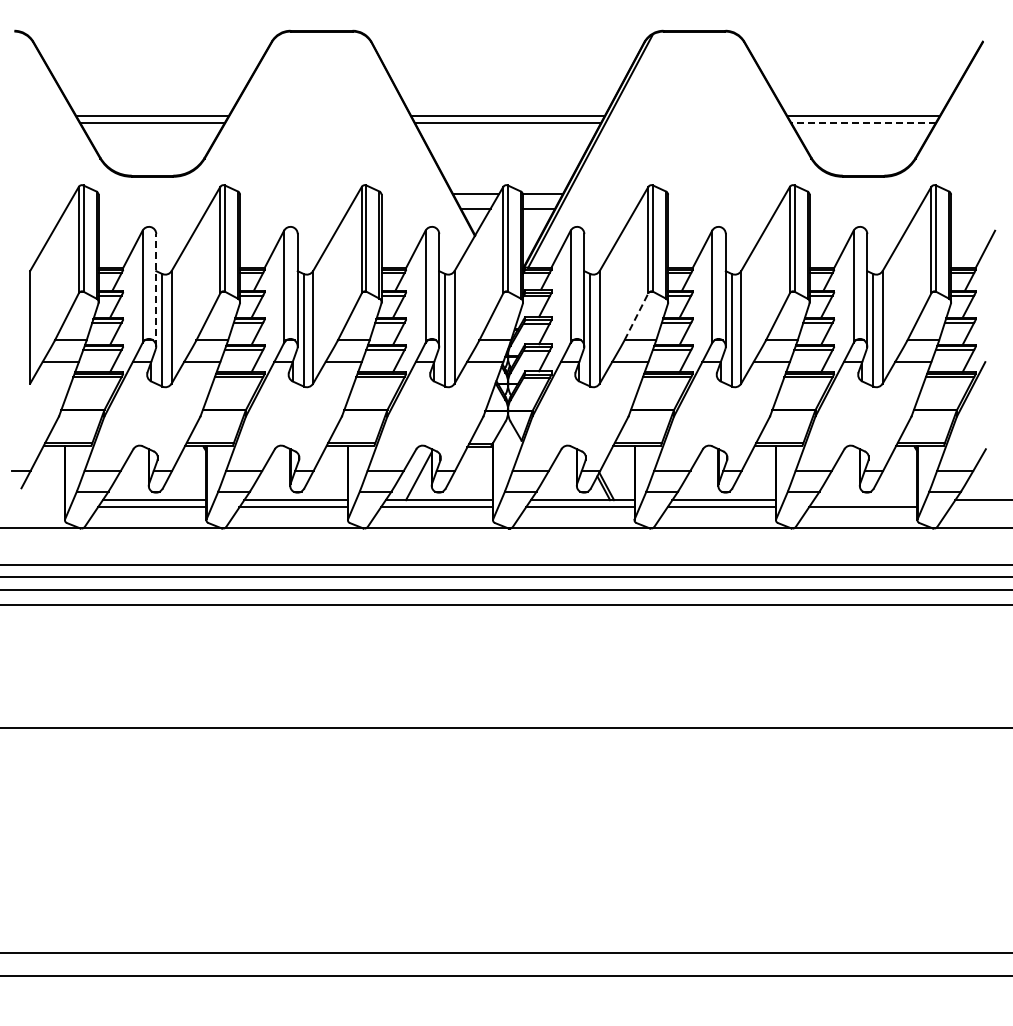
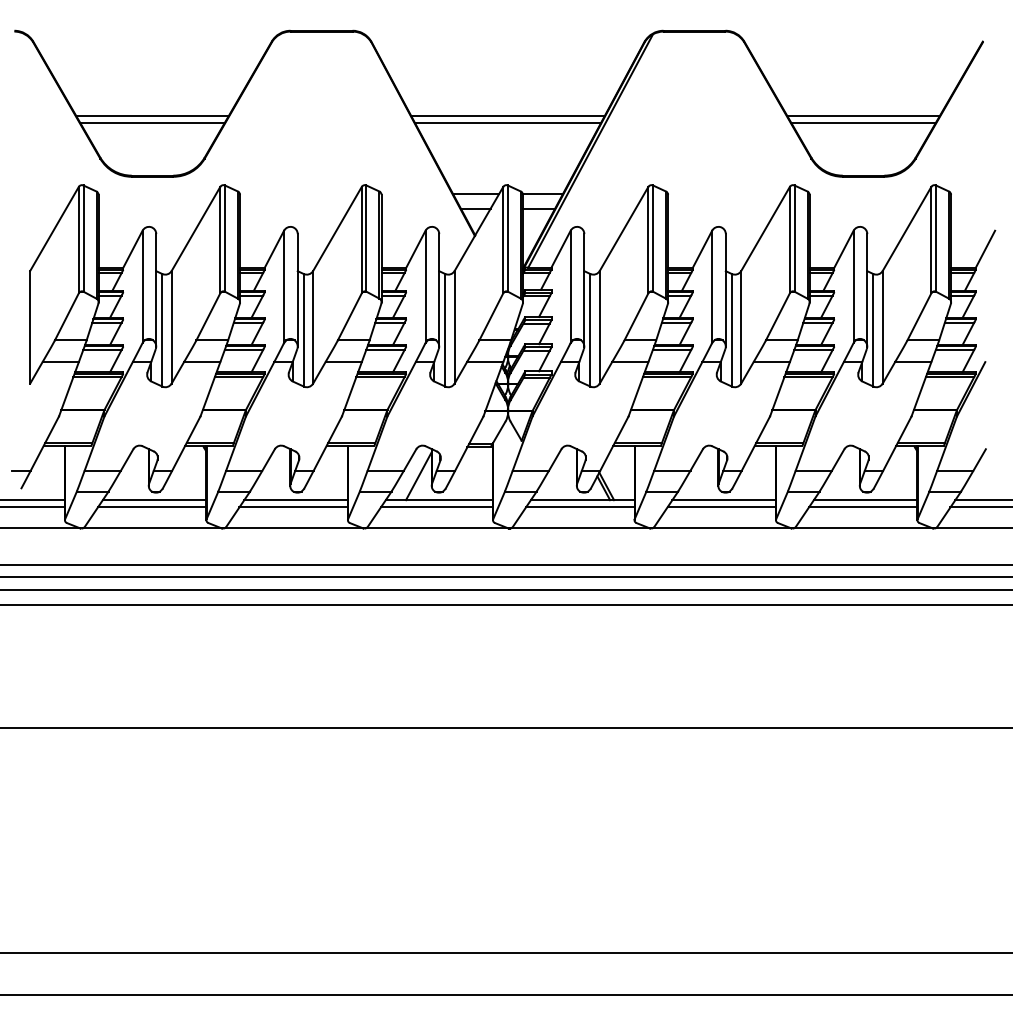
line at (863, 122): dashed -> solid
line at (156, 289): dashed -> solid
line at (636, 316): dashed -> solid
line at (33, 500): none -> present
line at (865, 500): none -> present
line at (33, 507): none -> present
line at (979, 507): none -> present
line at (505, 976) position: (505, 976) -> (505, 995)
